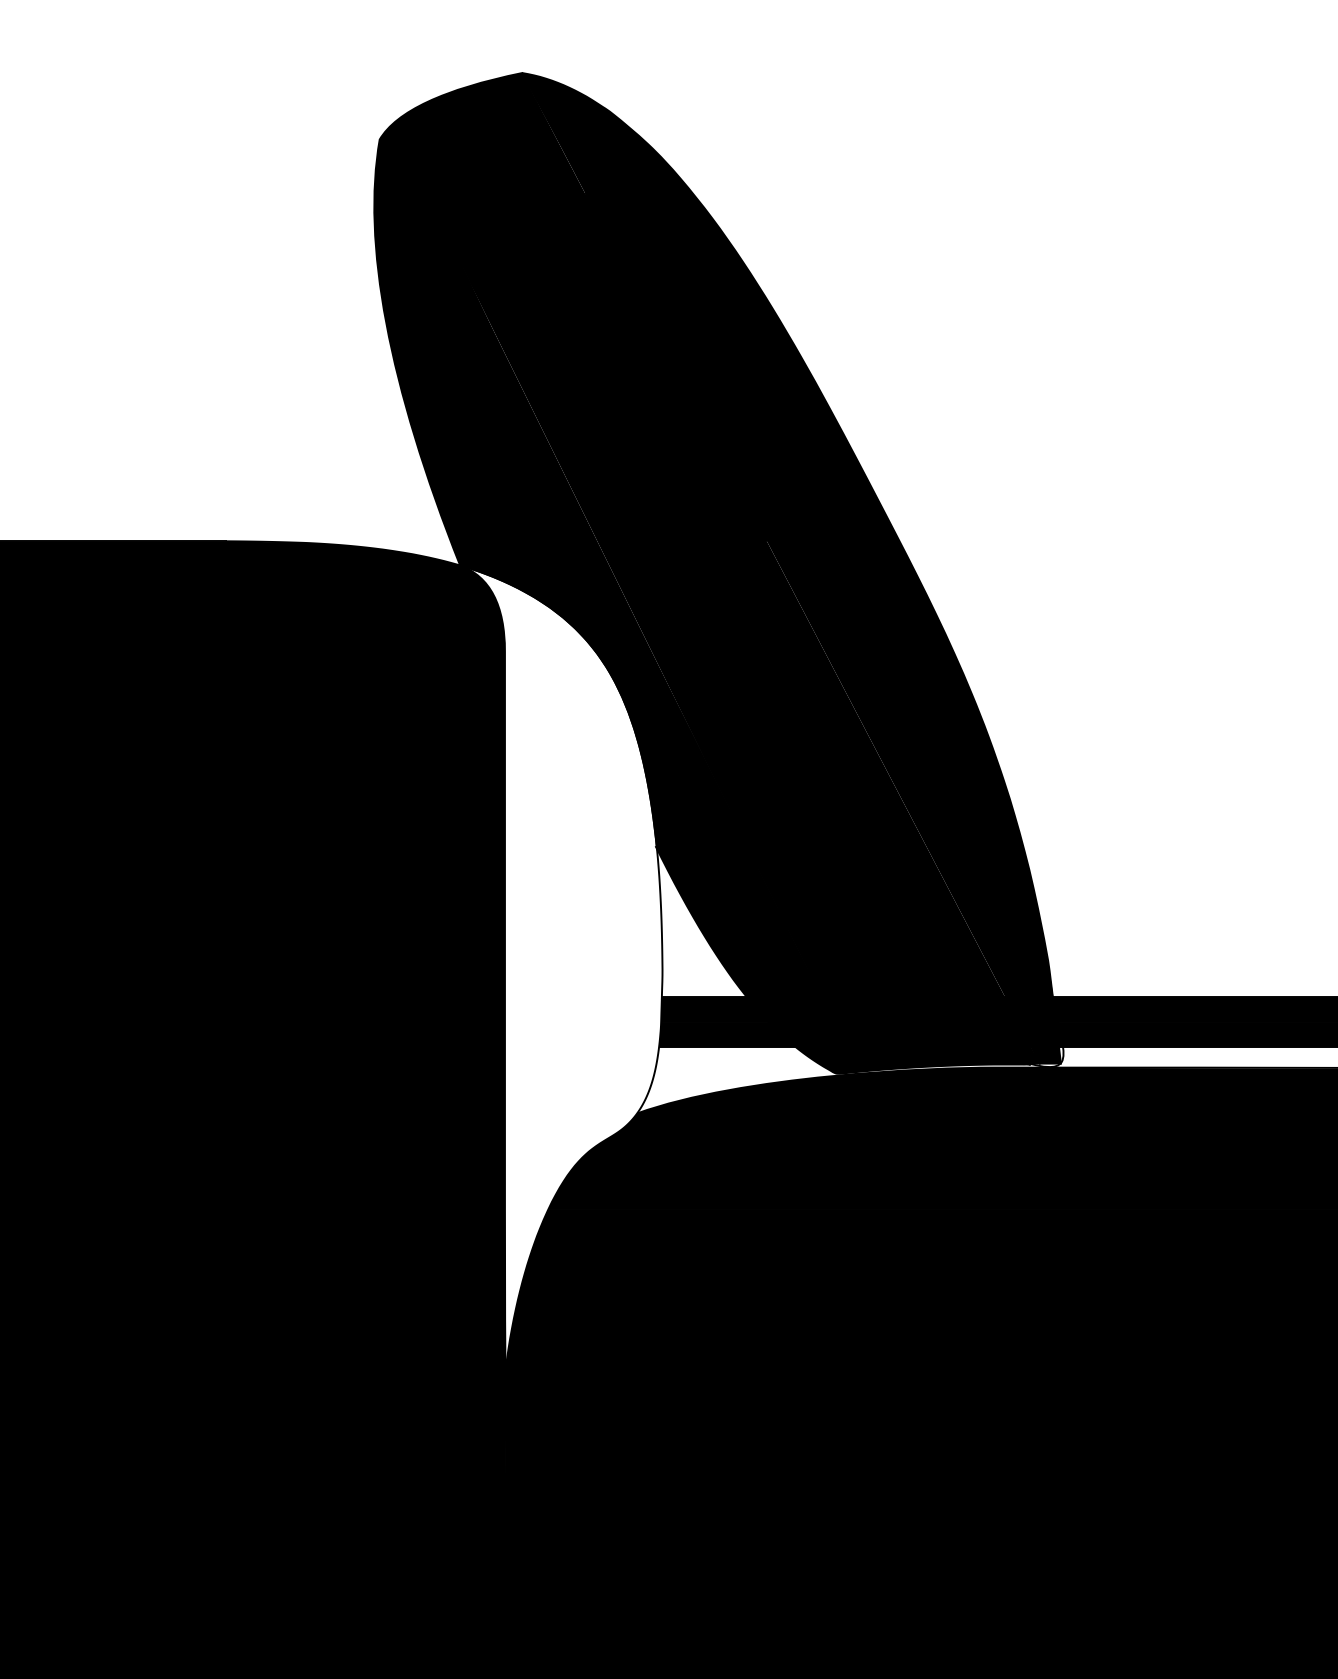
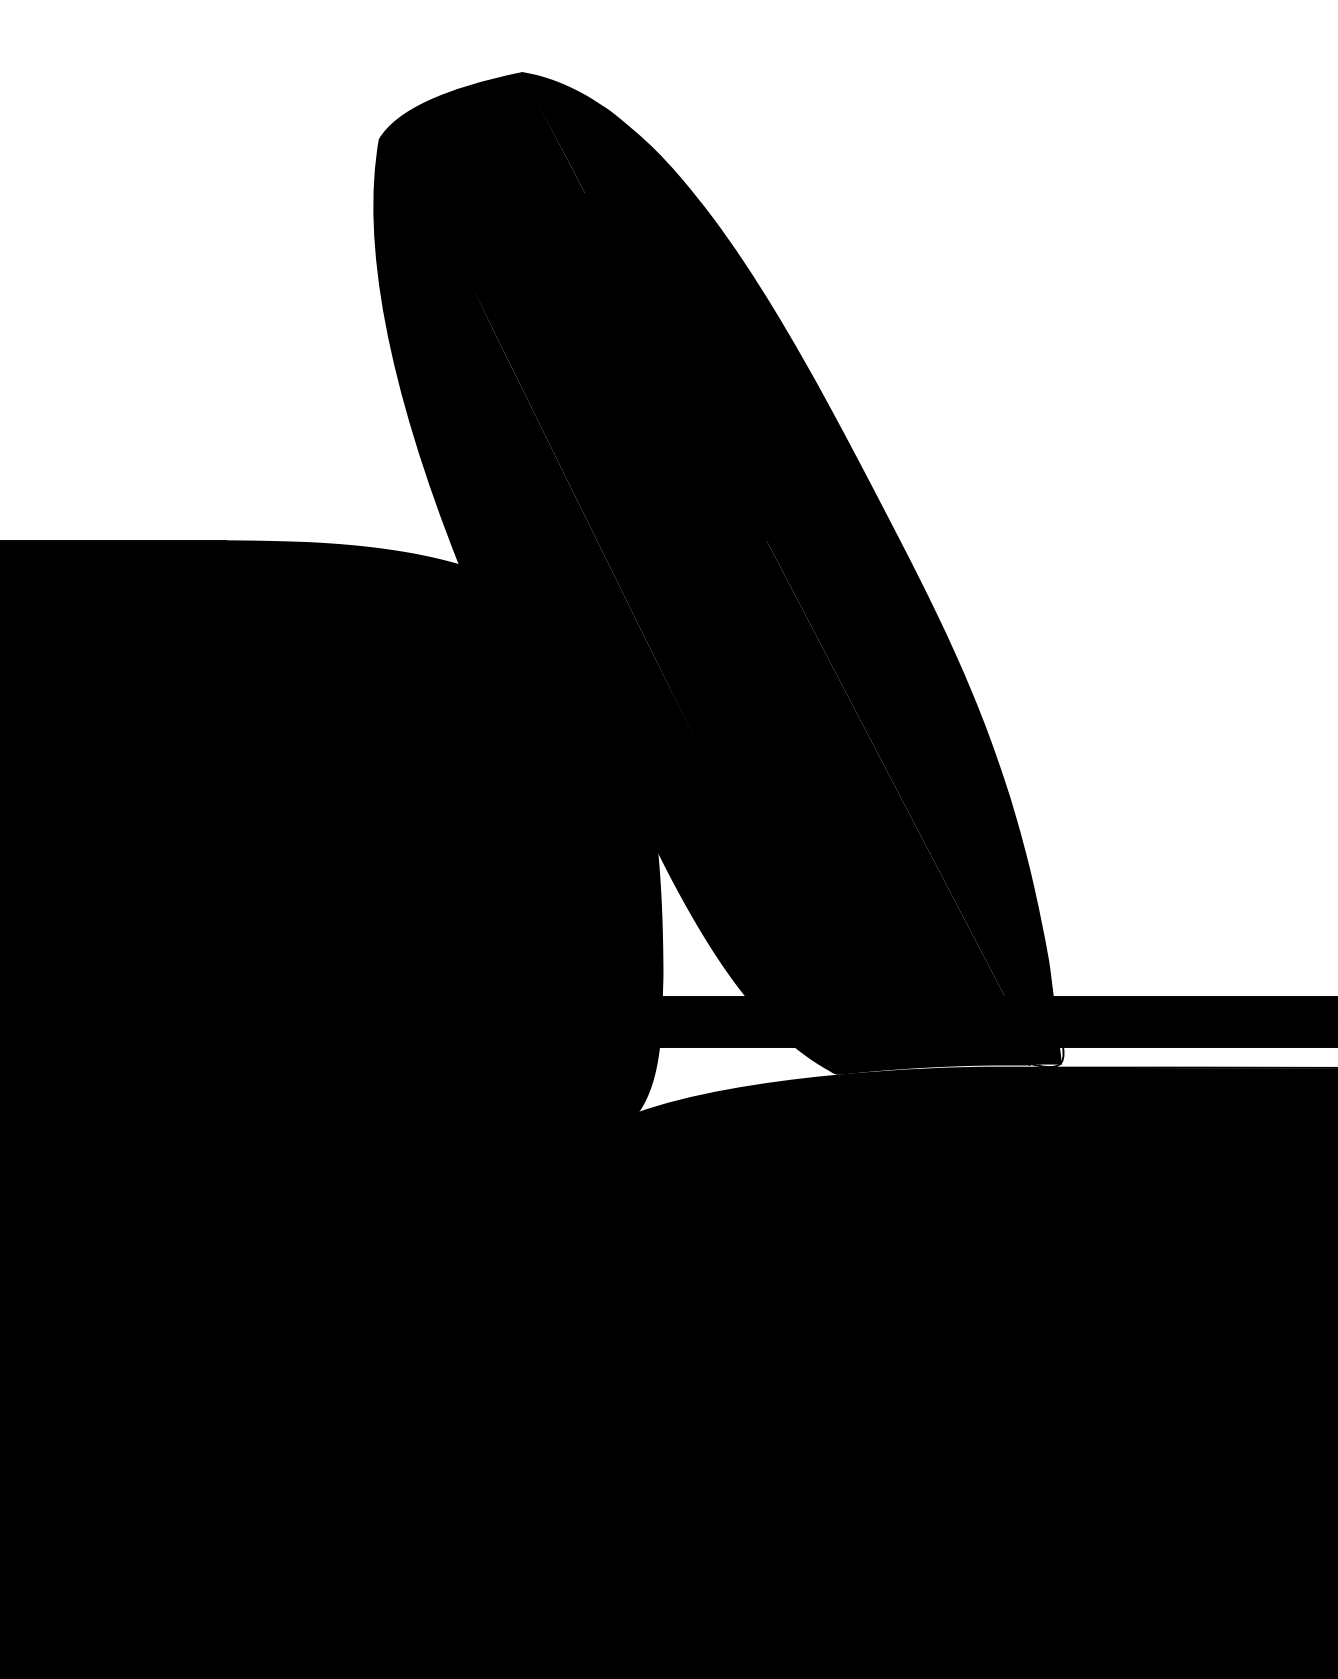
fill at (561, 967): none -> present
